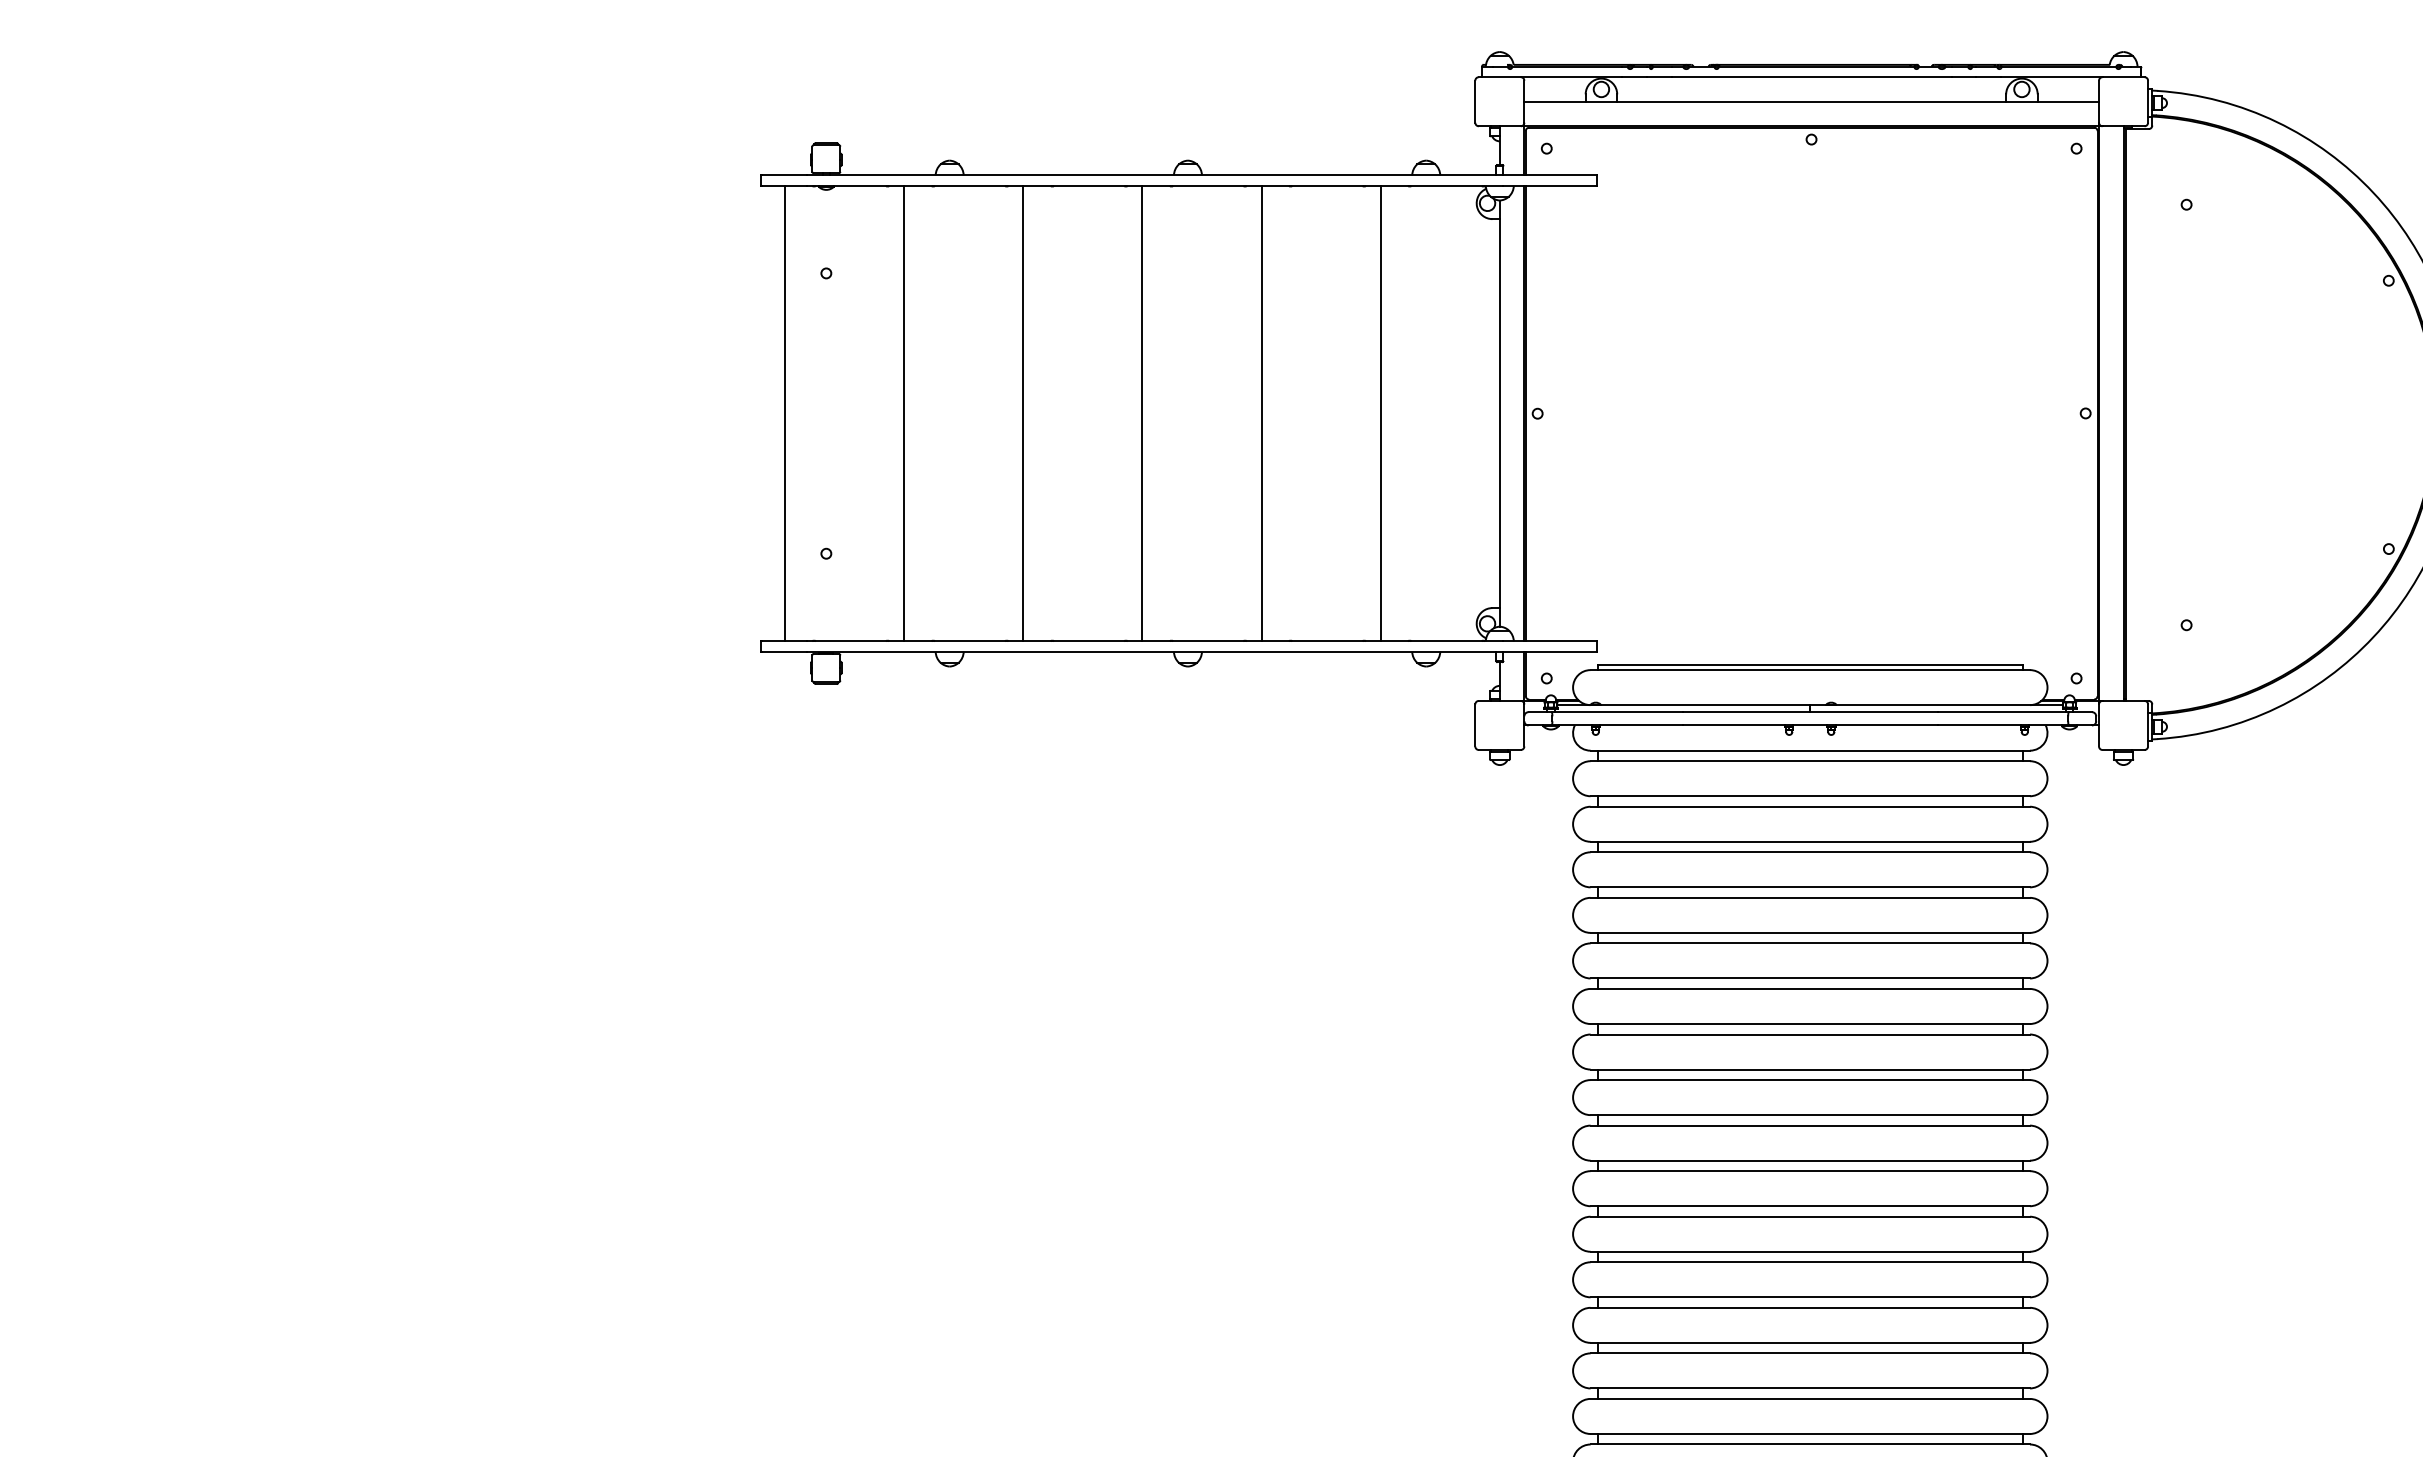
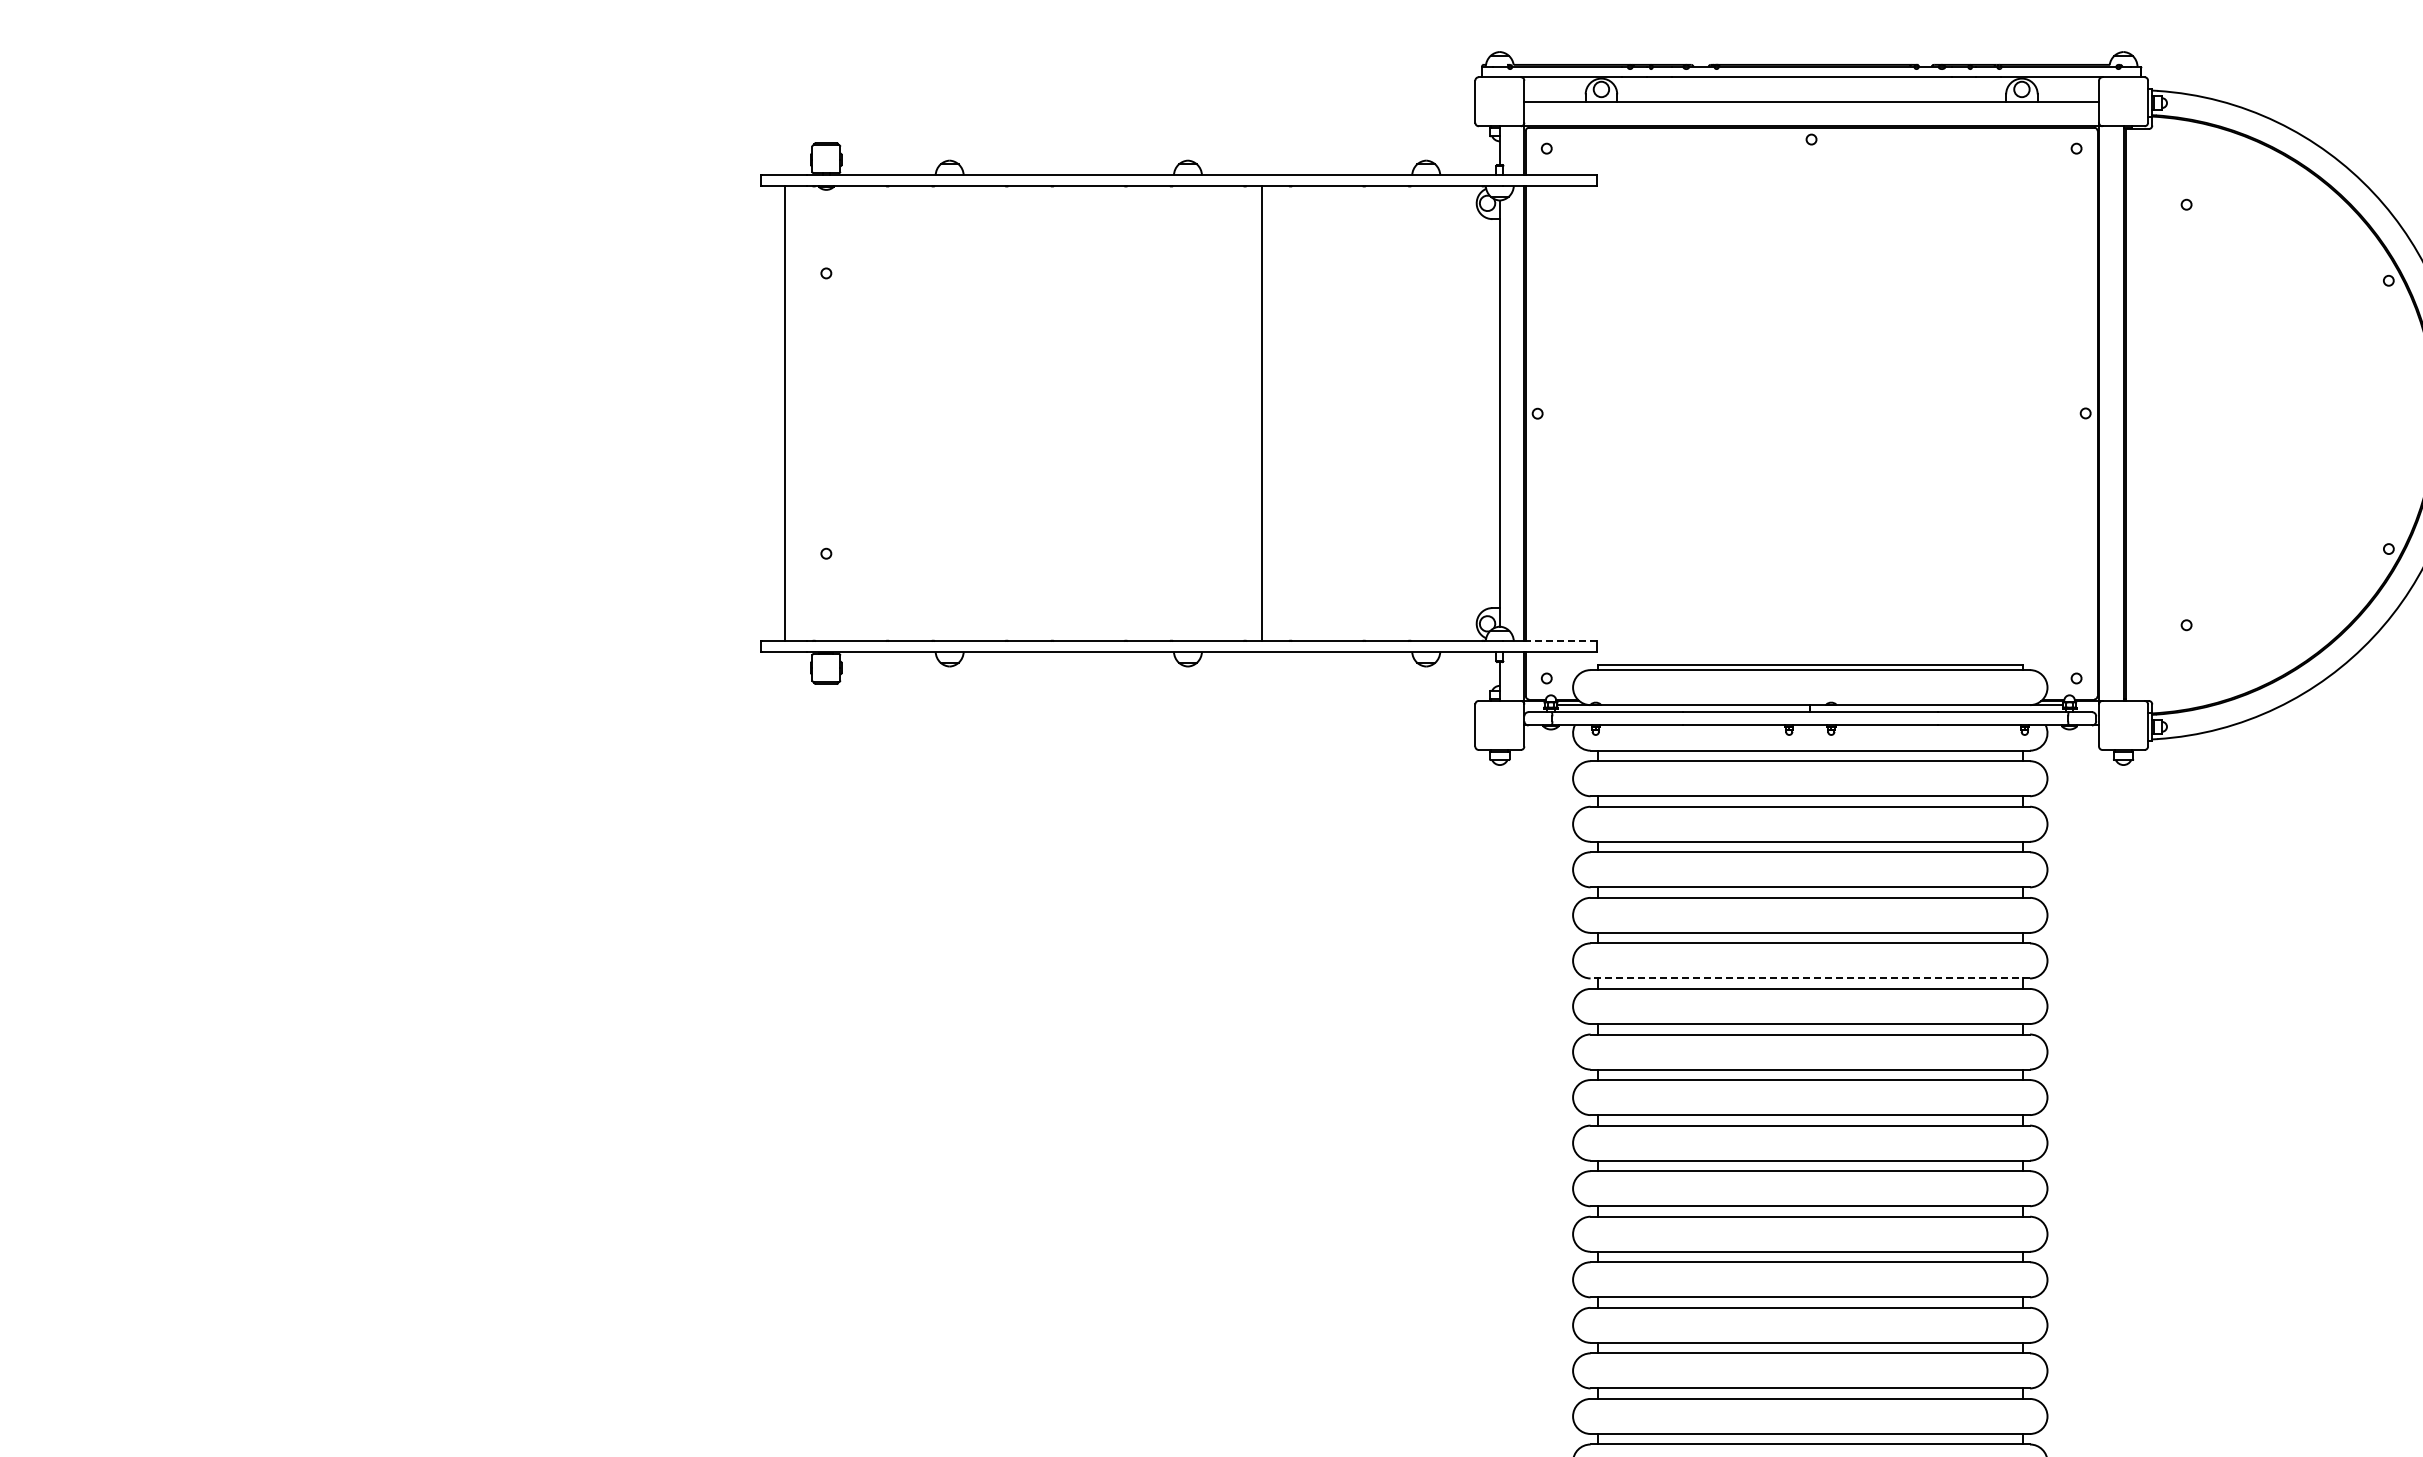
line at (904, 413): present -> none
line at (1023, 413): present -> none
line at (1142, 413): present -> none
line at (1380, 413): present -> none
line at (1561, 641): solid -> dashed
line at (1810, 978): solid -> dashed
